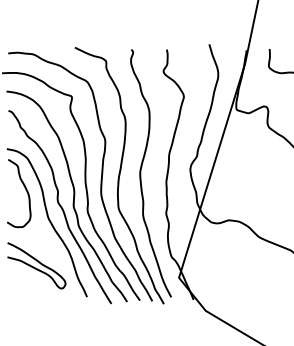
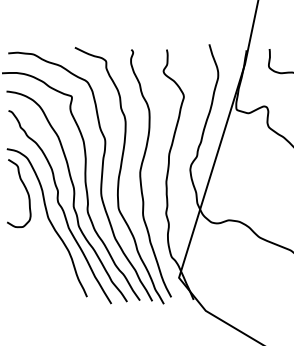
curve at (35, 267): present -> none
